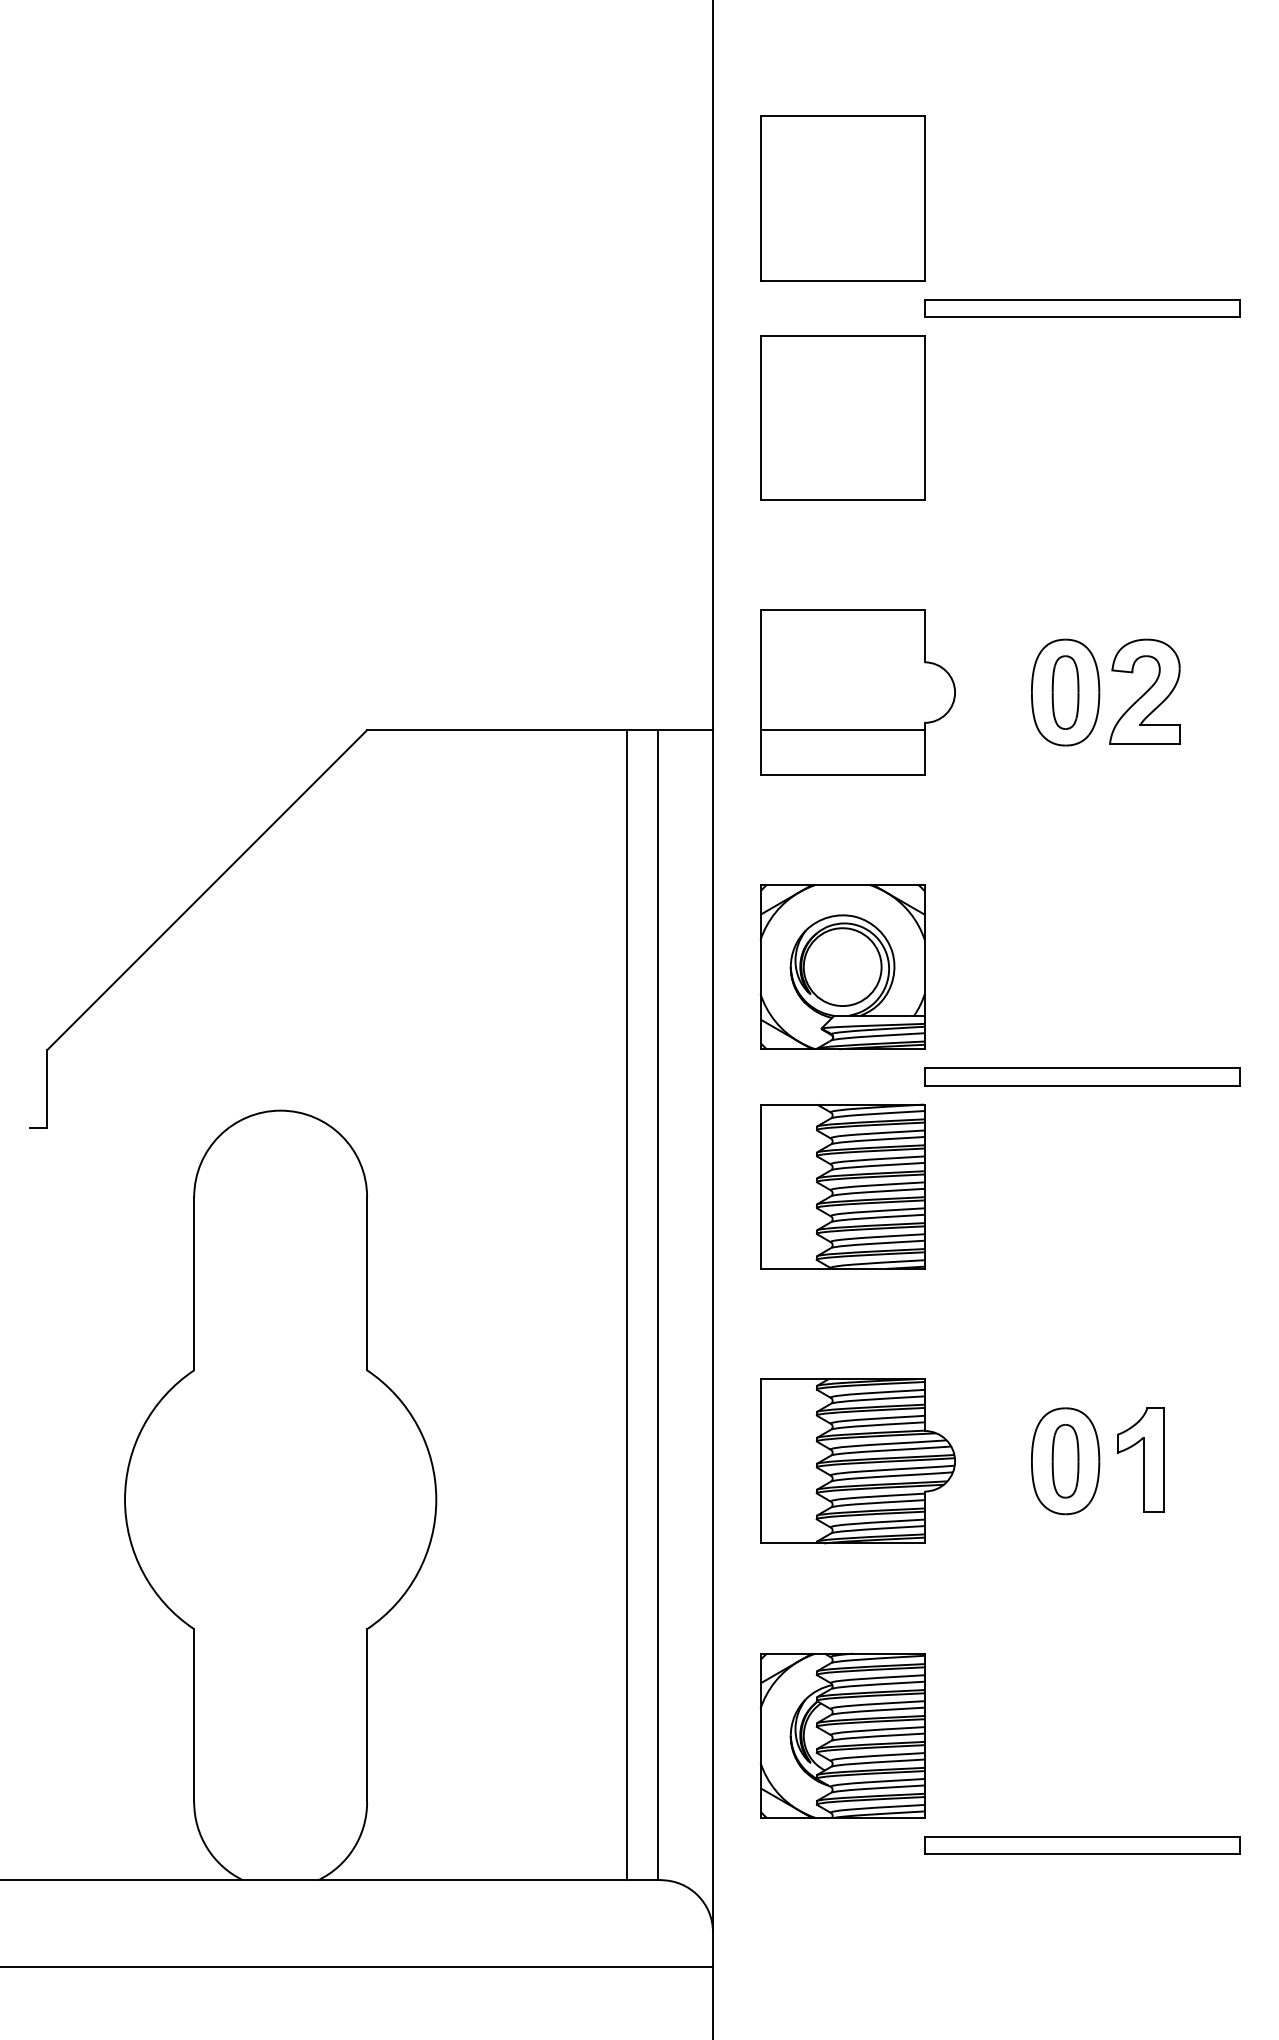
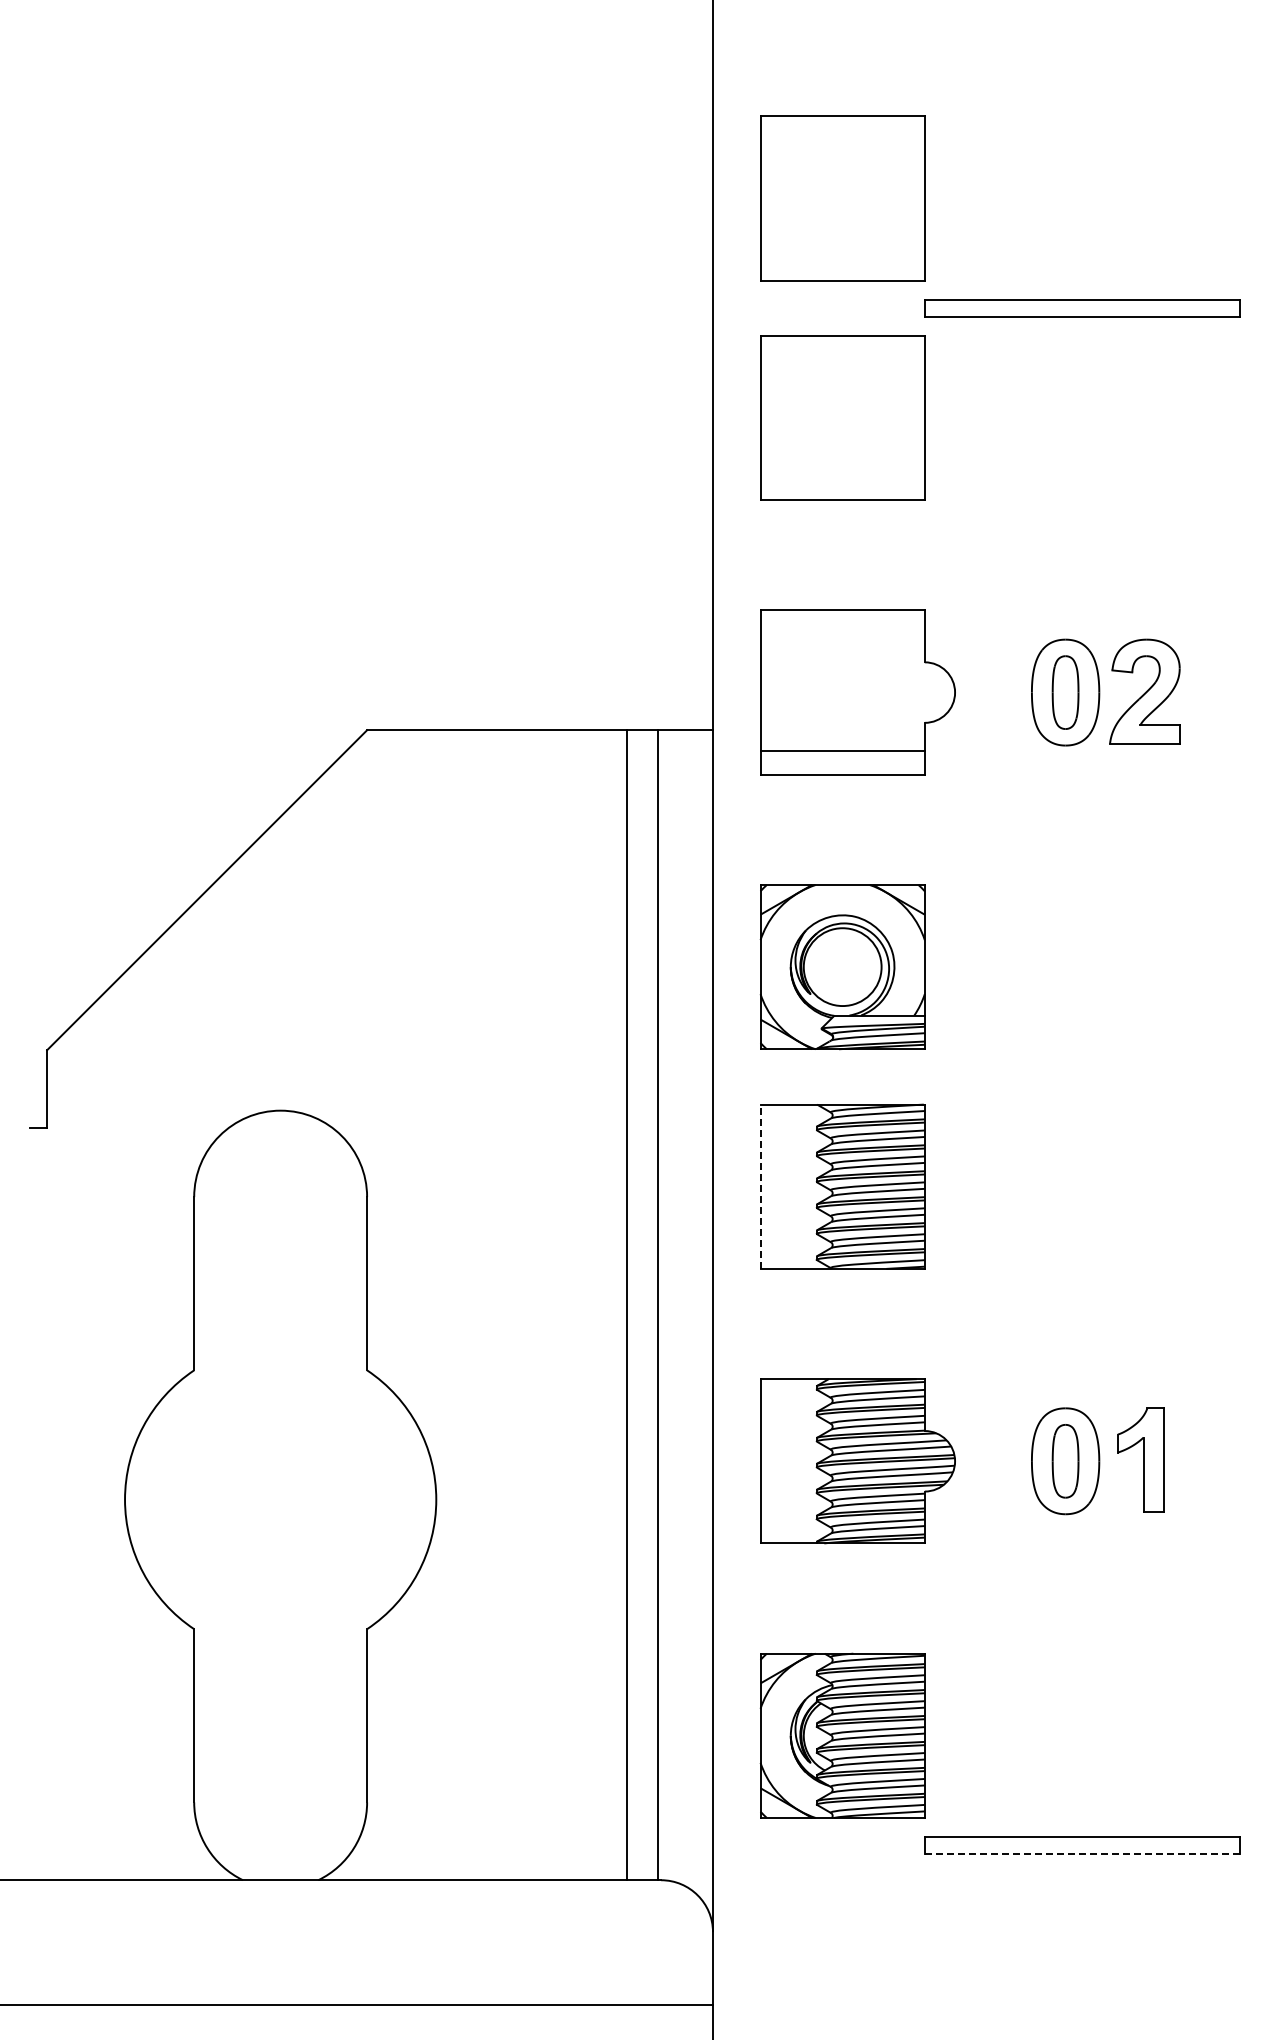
line at (842, 730) position: (842, 730) -> (842, 751)
part at (1082, 1076): present -> none
line at (760, 1186): solid -> dashed
line at (1082, 1854): solid -> dashed
line at (357, 1966) position: (357, 1966) -> (357, 2004)
